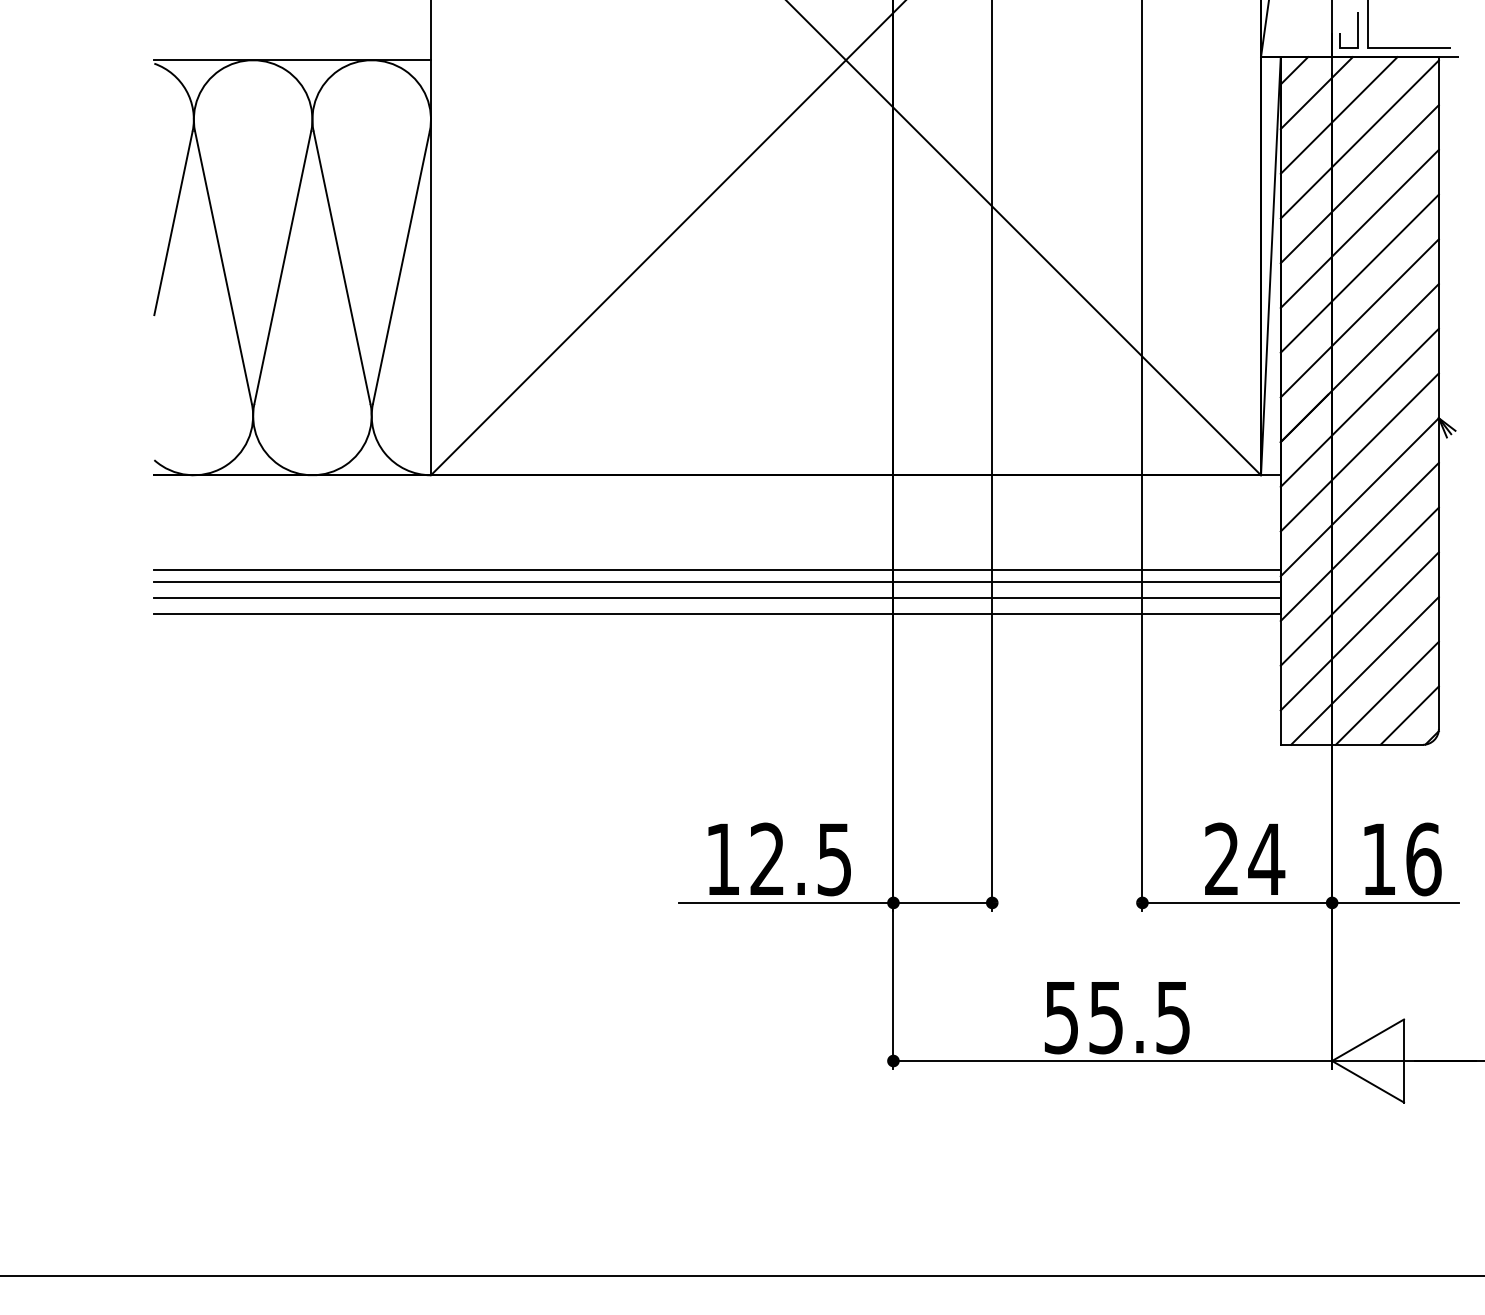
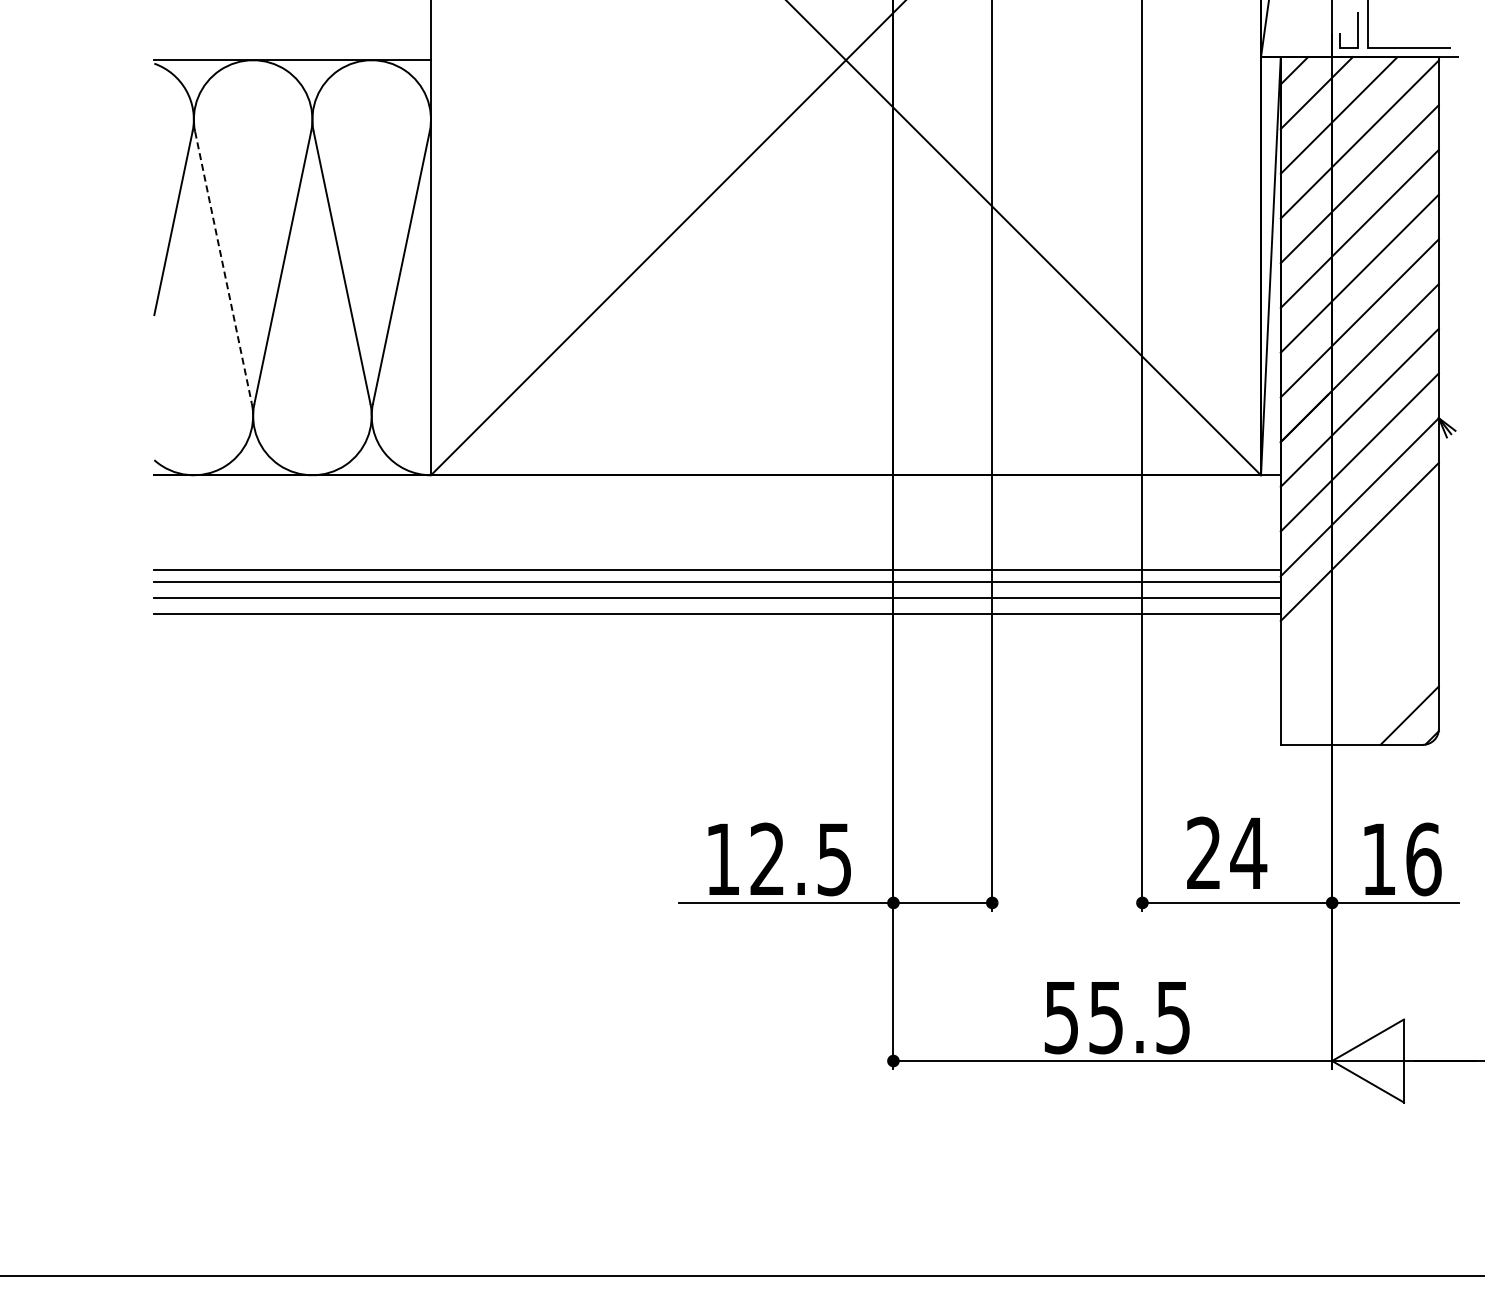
line at (223, 268): solid -> dashed
line at (1359, 586): present -> none
line at (1359, 631): present -> none
line at (1364, 670): present -> none
line at (1386, 692): present -> none
text at (1245, 858) position: (1245, 858) -> (1227, 852)
